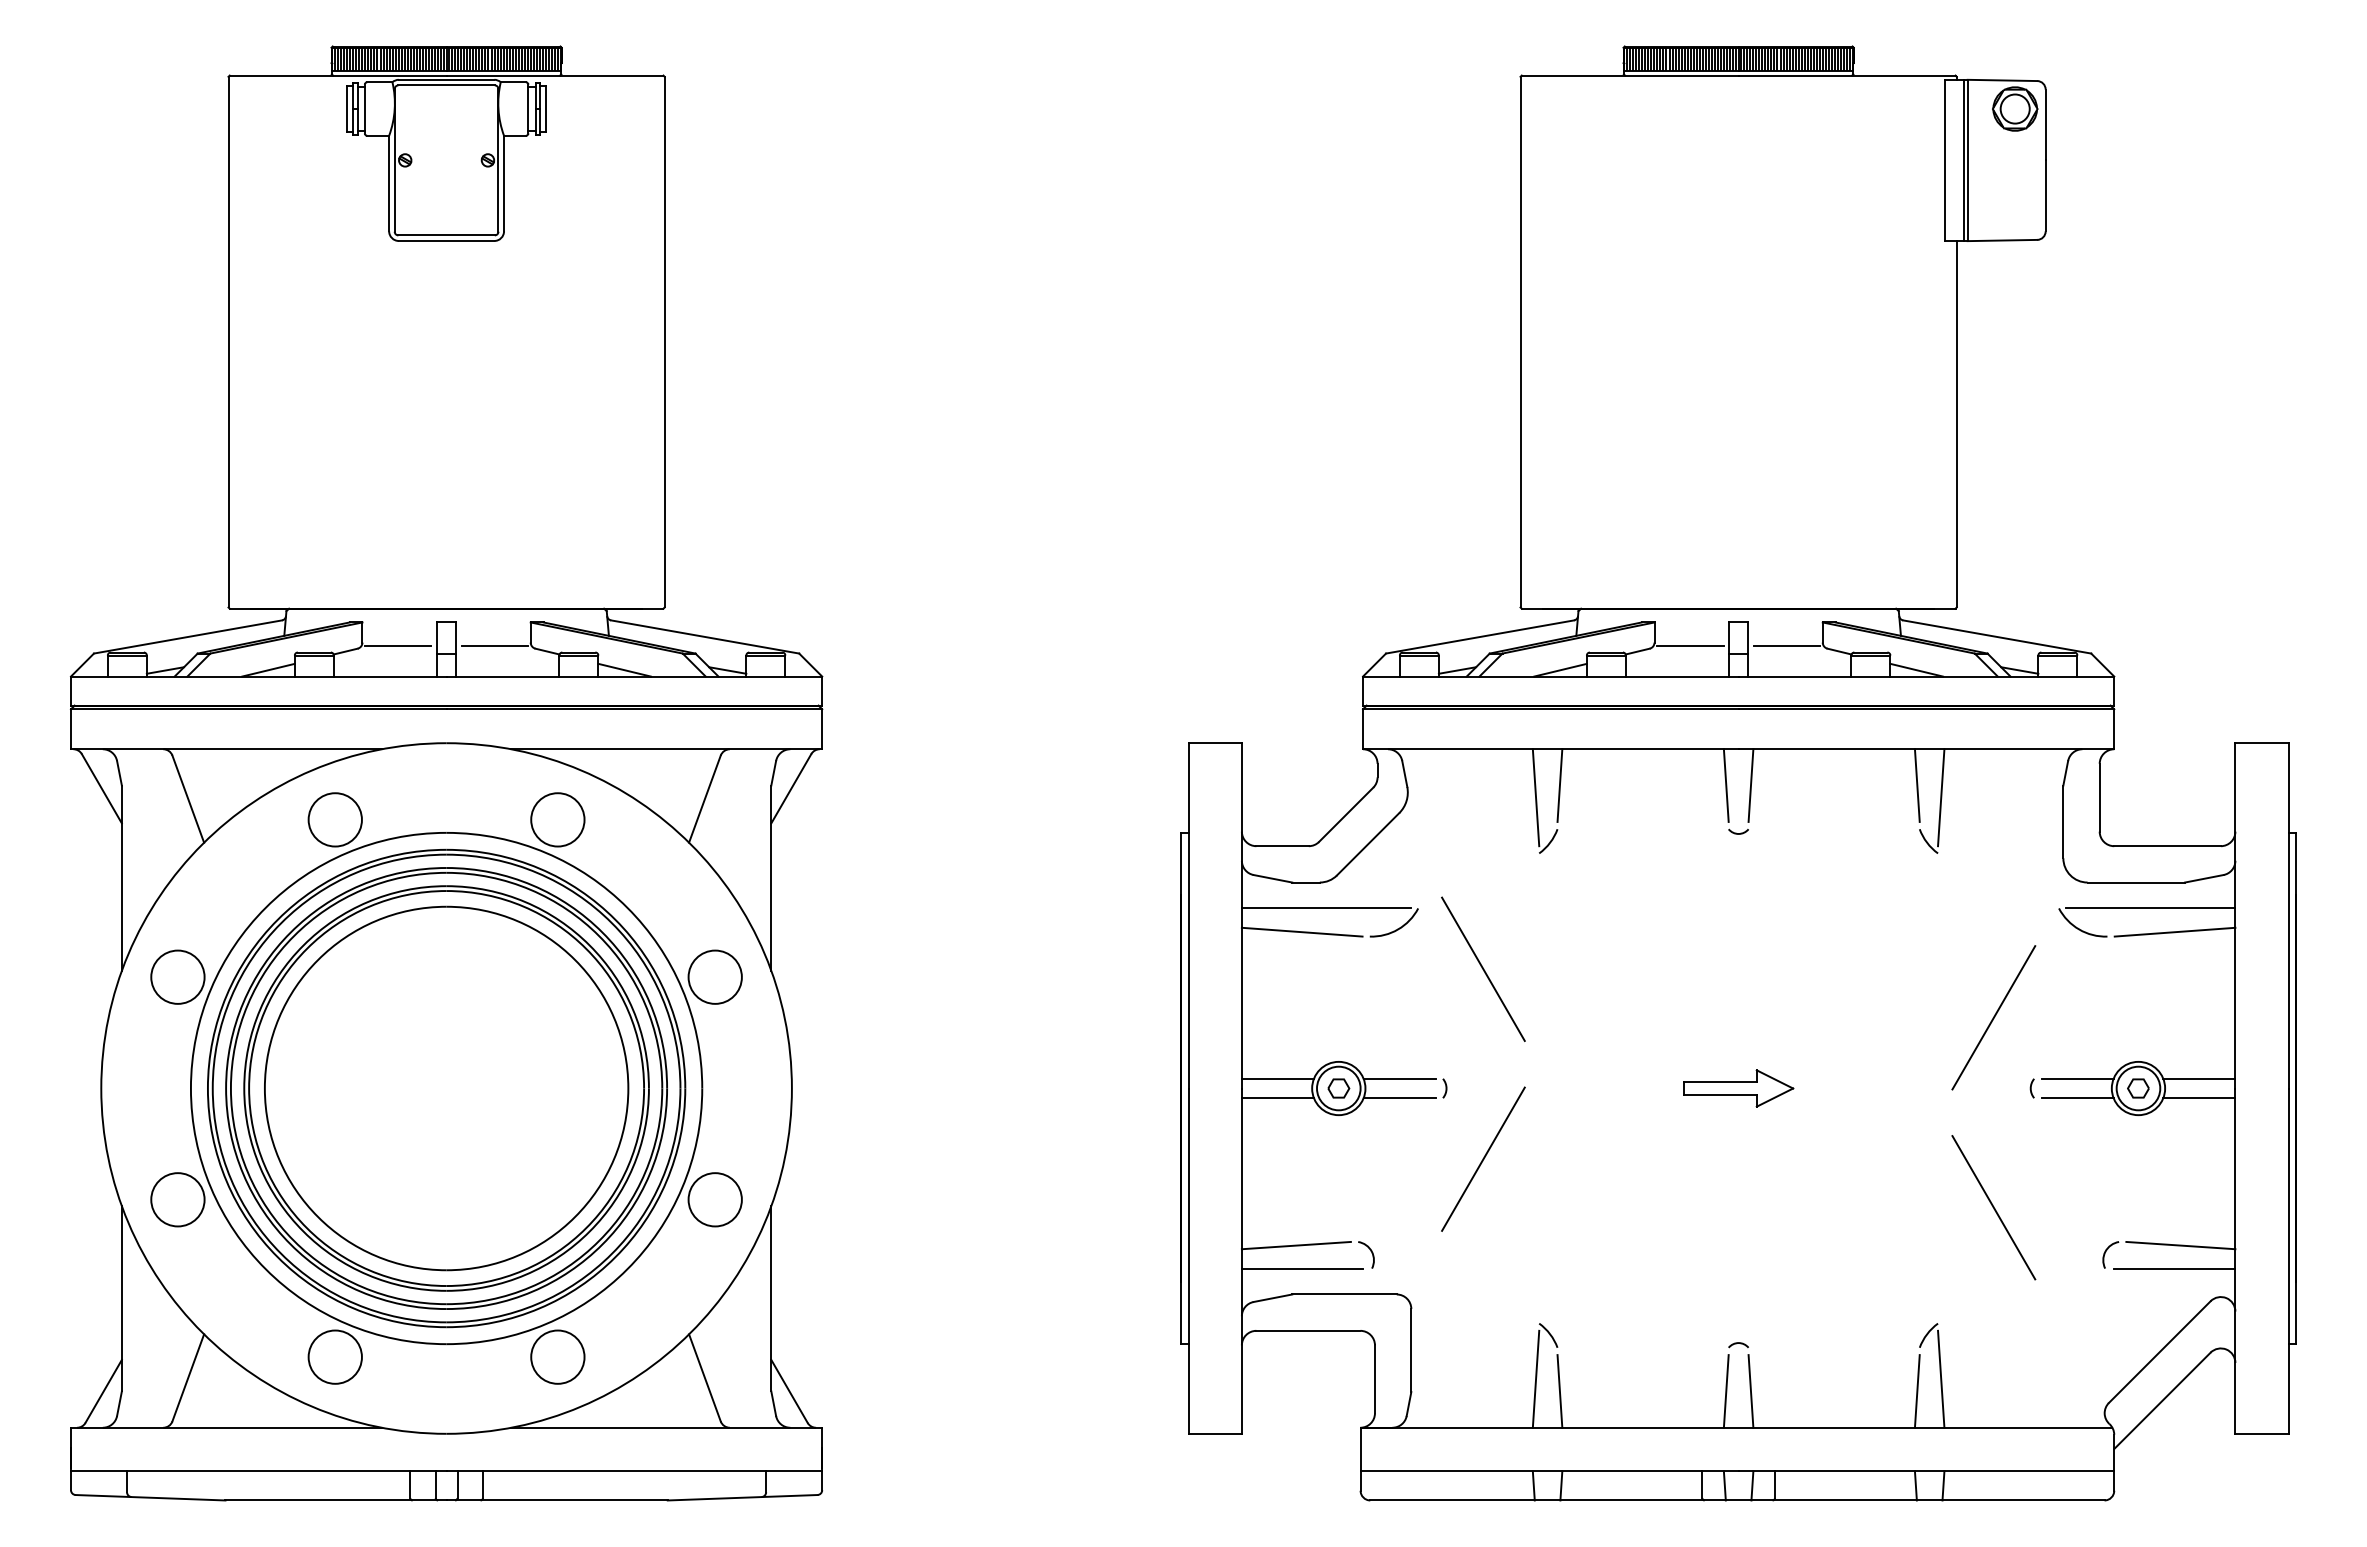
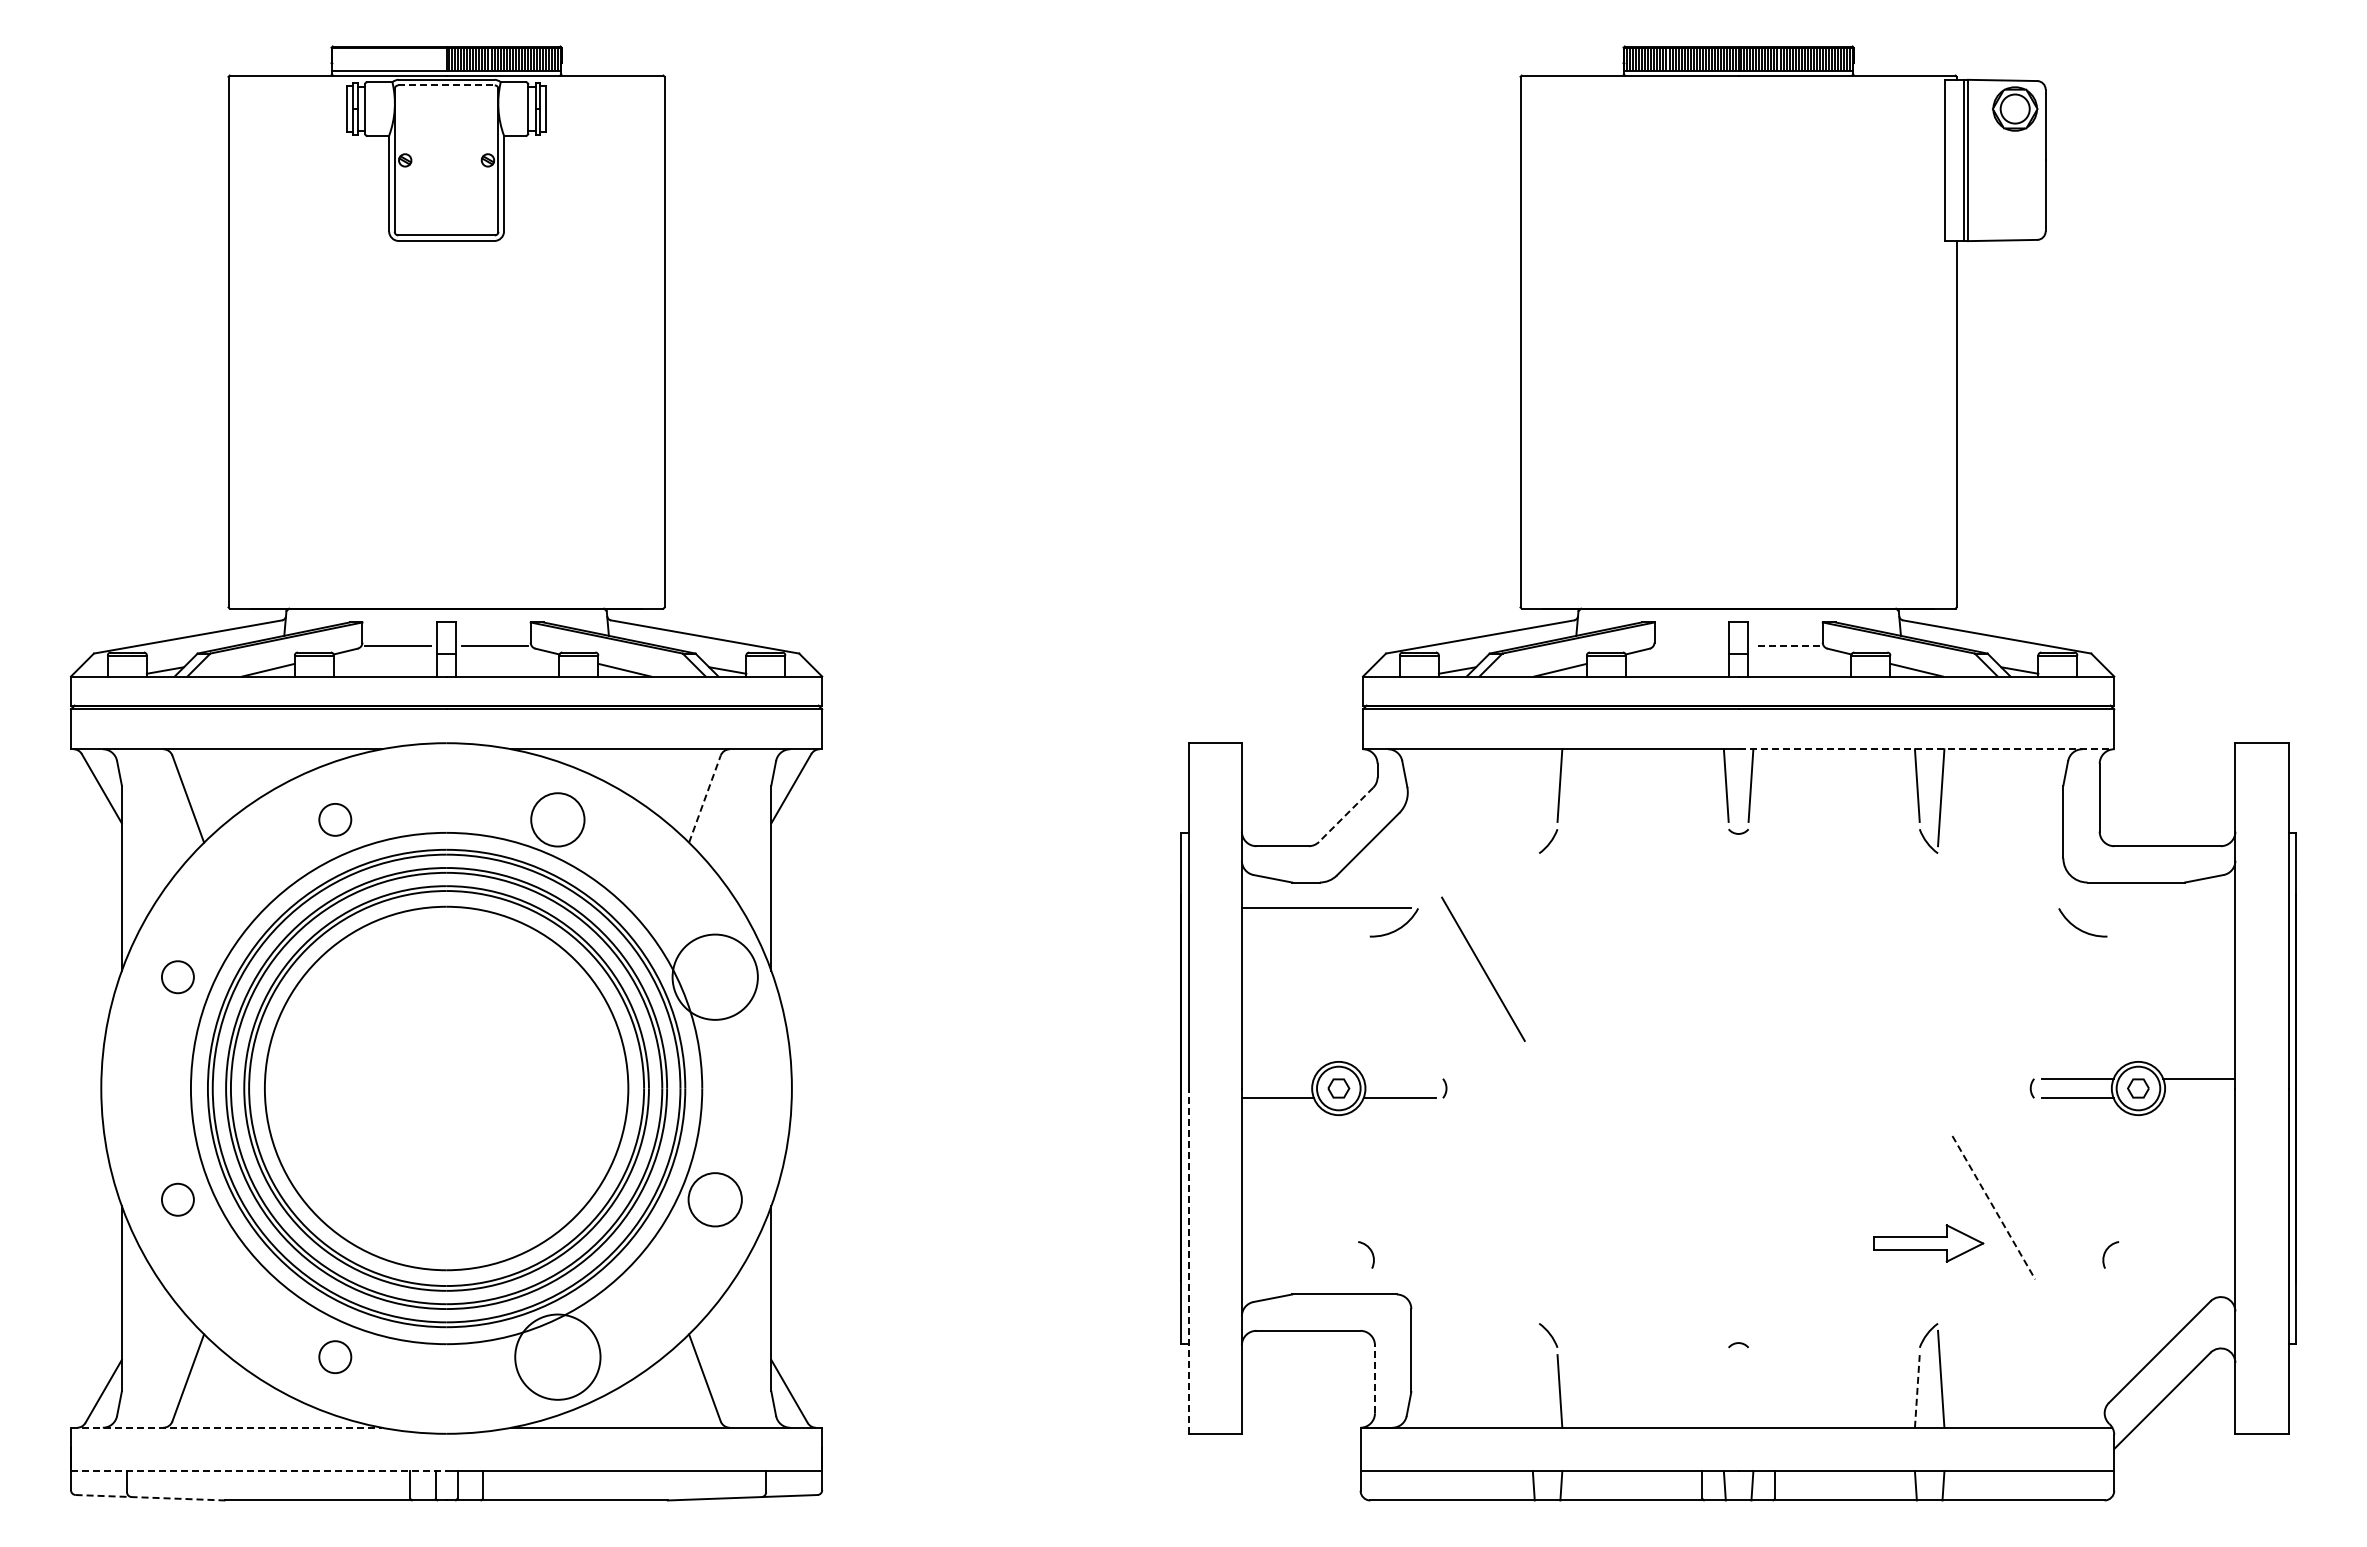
hatch at (388, 58): present -> none
line at (447, 85): solid -> dashed
line at (1690, 646): present -> none
line at (1786, 646): solid -> dashed
line at (1926, 749): solid -> dashed
line at (1535, 797): present -> none
line at (705, 798): solid -> dashed
line at (1345, 815): solid -> dashed
circle at (334, 819) diameter: 53 px -> 32 px
line at (2150, 908): present -> none
line at (1301, 931): present -> none
line at (2174, 931): present -> none
circle at (177, 976) diameter: 53 px -> 32 px
circle at (714, 976) diameter: 53 px -> 85 px
line at (1993, 1017): present -> none
line at (1277, 1078): present -> none
line at (1399, 1078): present -> none
part at (1738, 1088) position: (1738, 1088) -> (1928, 1243)
line at (2199, 1098): present -> none
line at (1483, 1158): present -> none
circle at (177, 1199) diameter: 53 px -> 32 px
line at (1993, 1207): solid -> dashed
line at (1295, 1245): present -> none
line at (2180, 1245): present -> none
line at (1188, 1261): solid -> dashed
line at (1302, 1268): present -> none
line at (2174, 1268): present -> none
circle at (334, 1356) diameter: 53 px -> 32 px
circle at (557, 1356) diameter: 53 px -> 85 px
line at (1535, 1378): present -> none
line at (1374, 1379): solid -> dashed
line at (1917, 1390): solid -> dashed
line at (1725, 1391): present -> none
line at (1750, 1391): present -> none
line at (226, 1427): solid -> dashed
line at (258, 1471): solid -> dashed
line at (150, 1497): solid -> dashed
